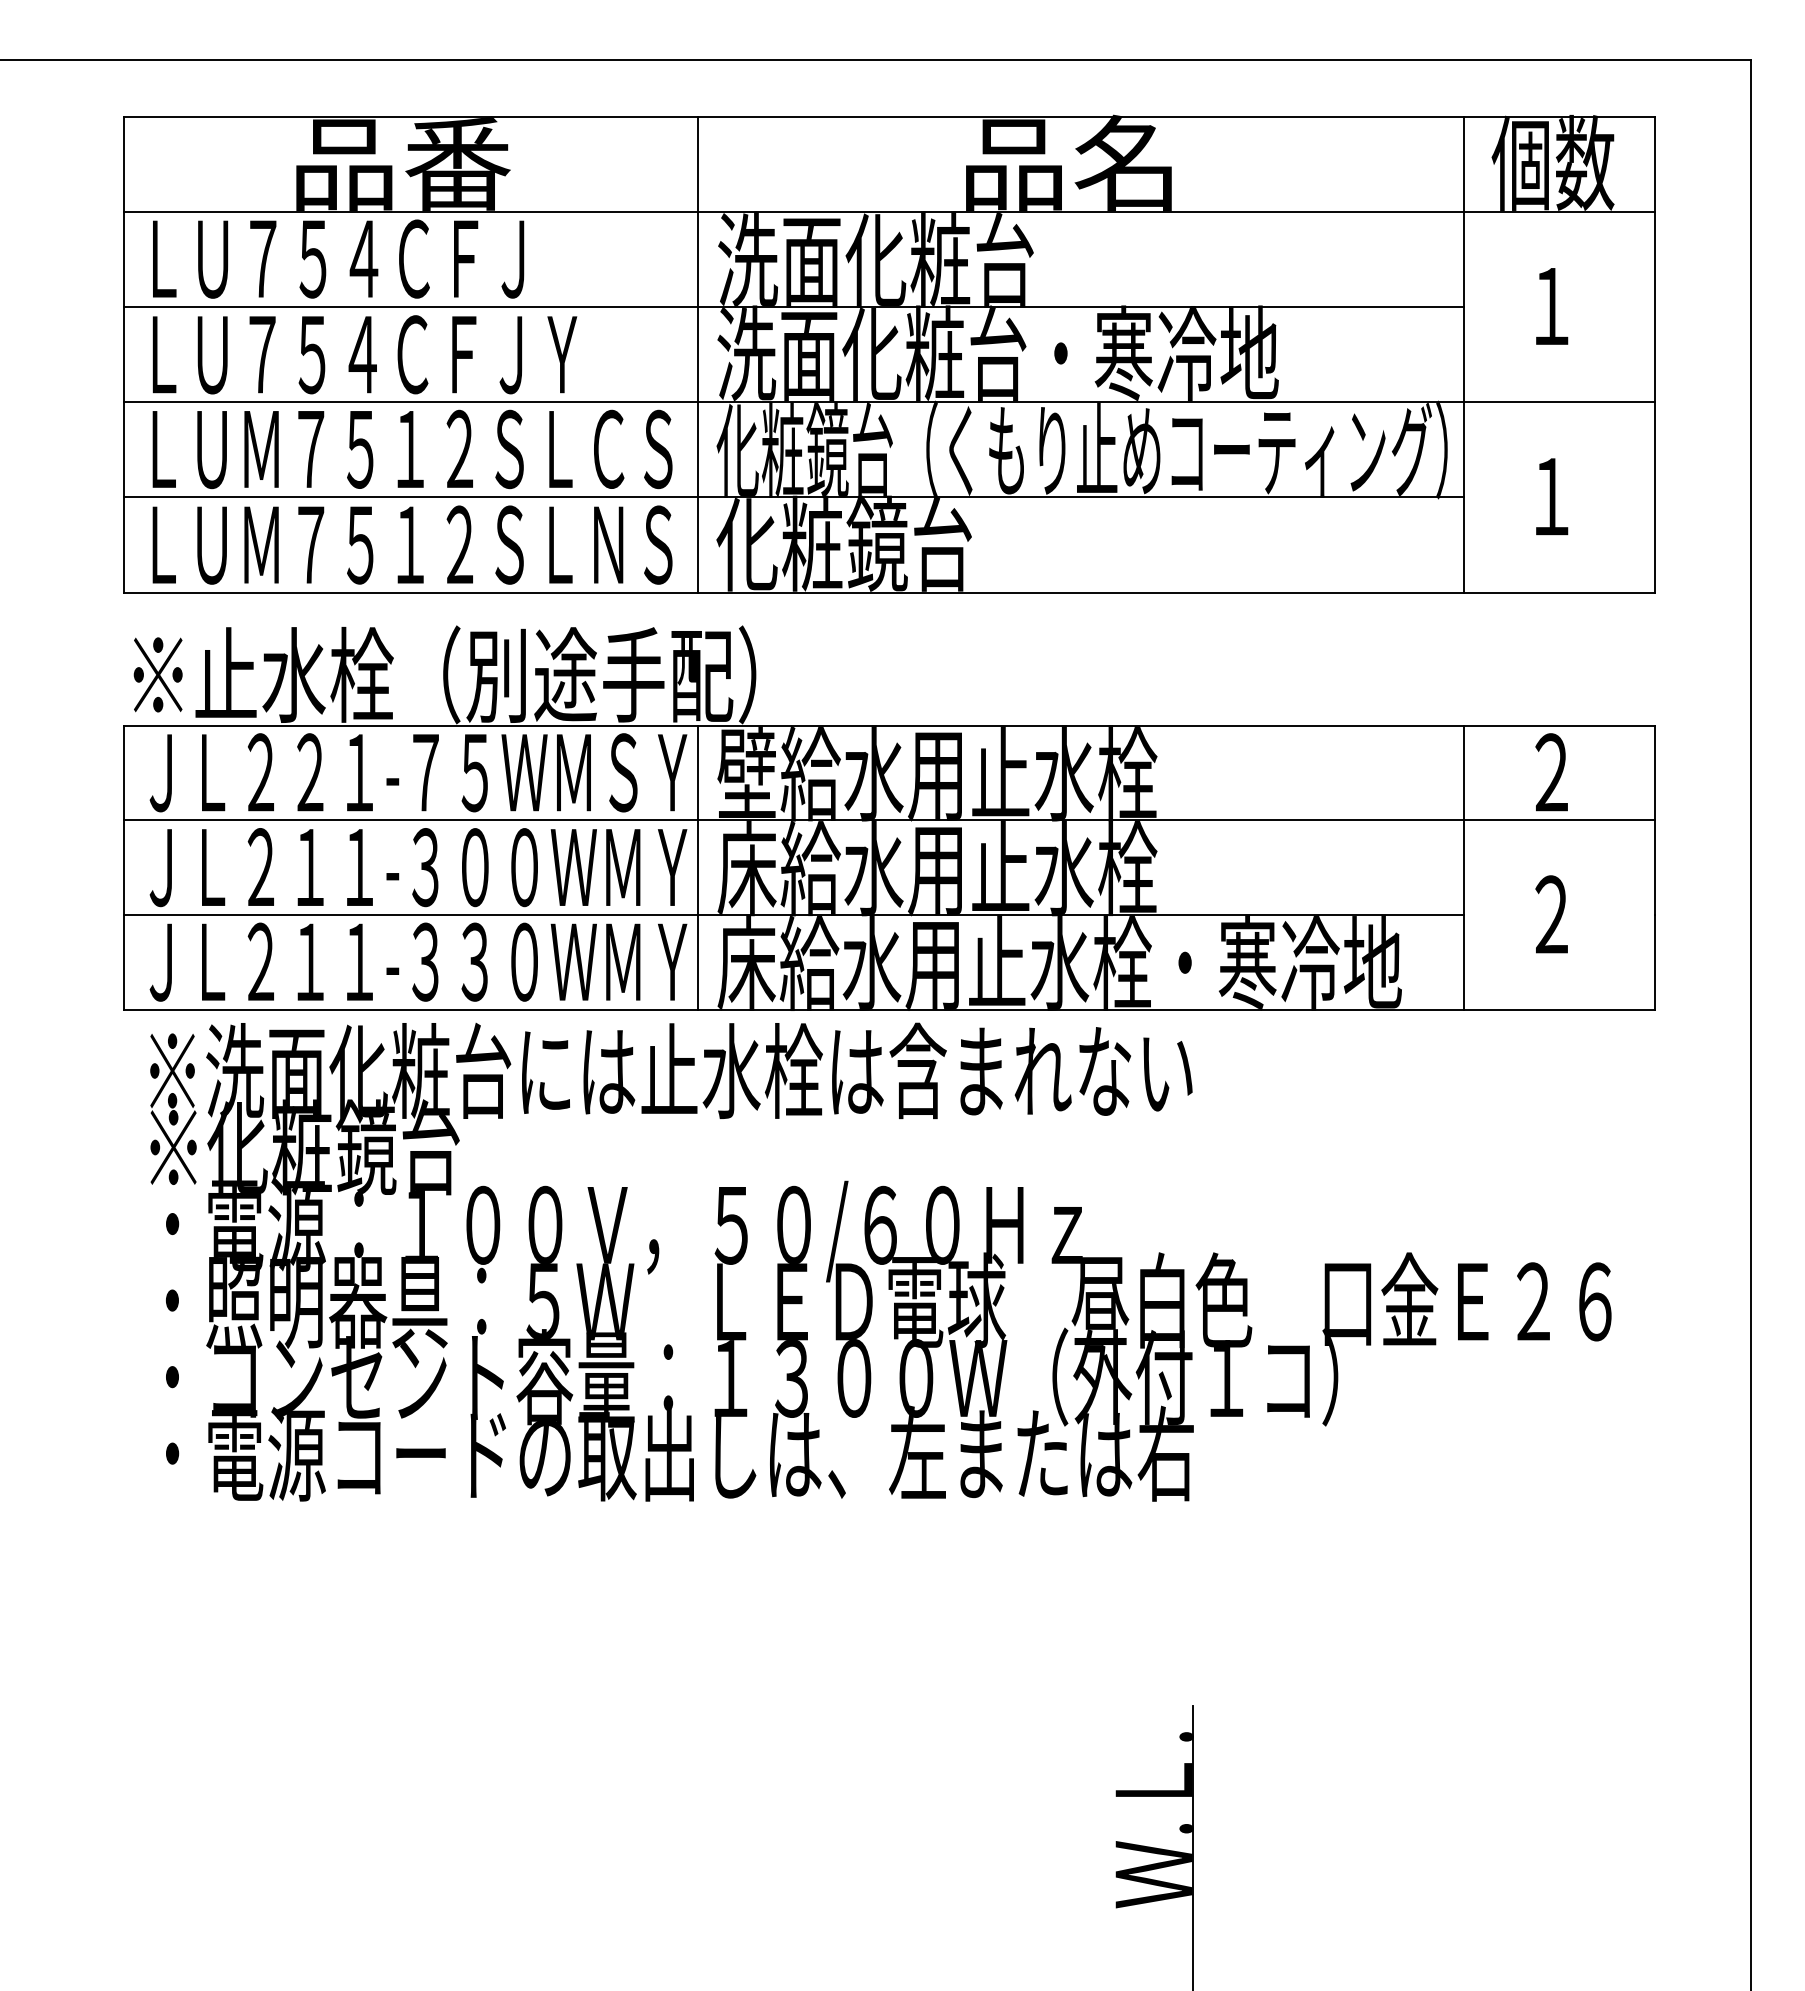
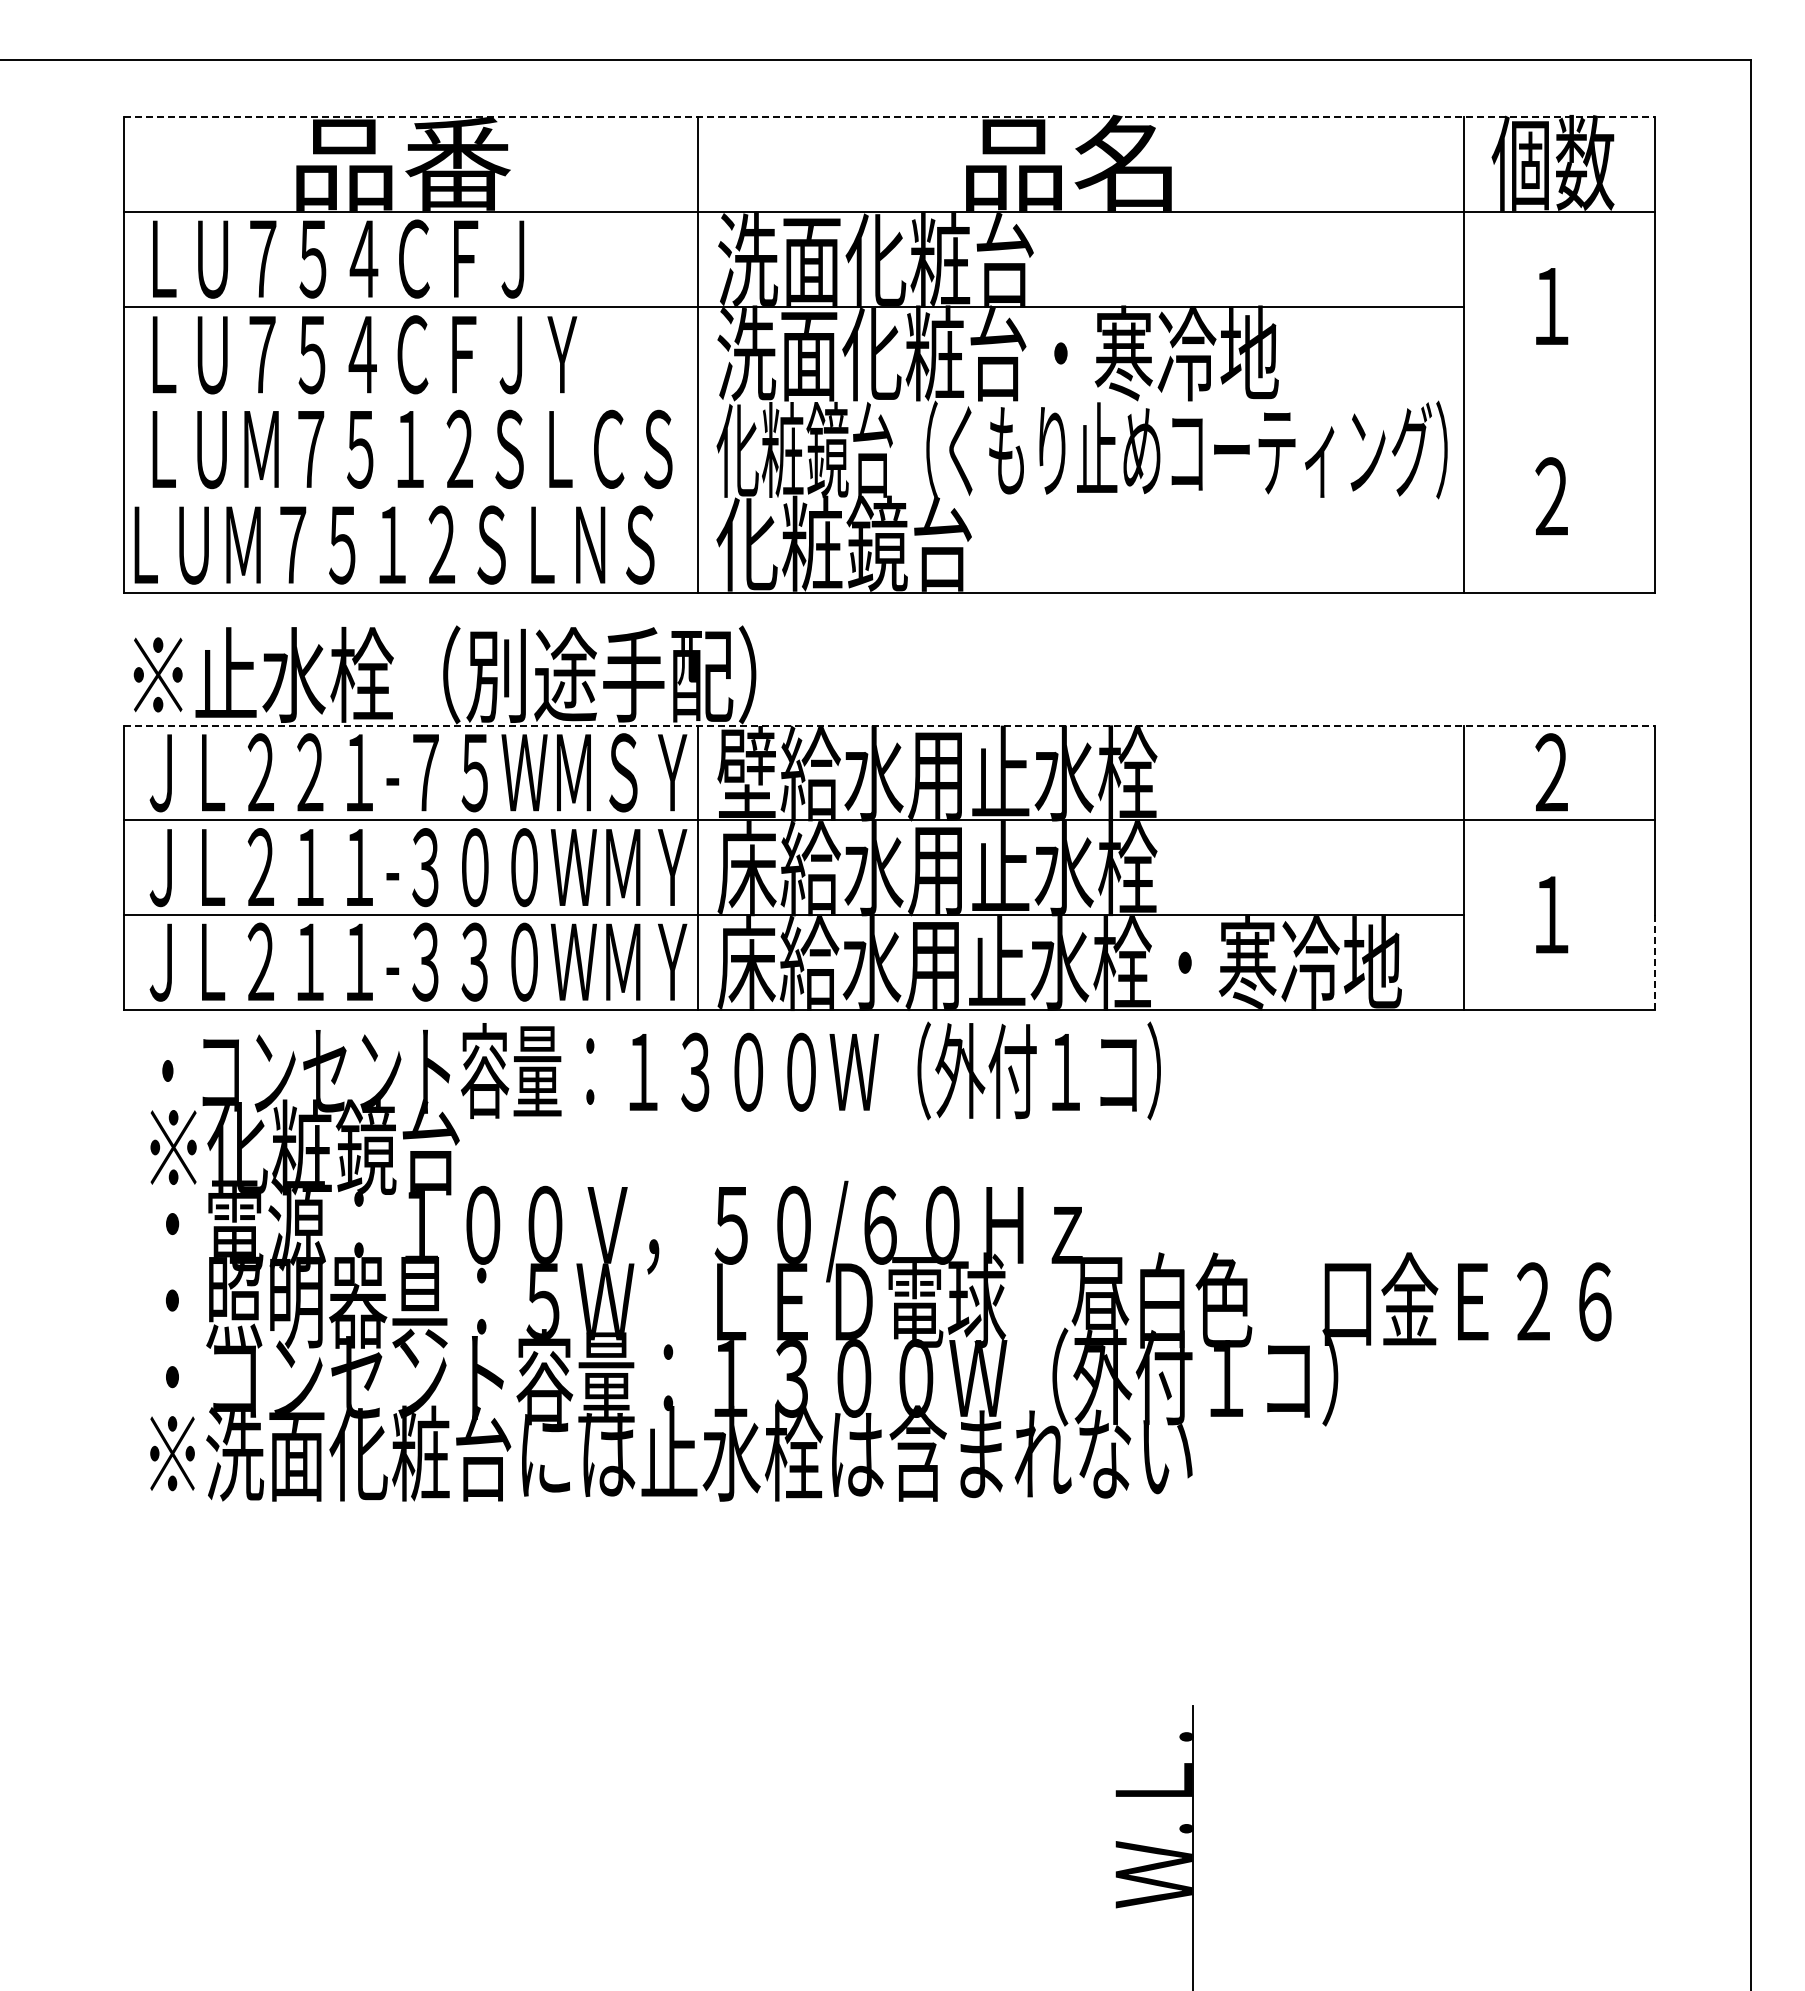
line at (890, 117): solid -> dashed
line at (889, 402): present -> none
text at (1551, 495): １ -> ２
line at (793, 496): present -> none
text at (412, 544) position: (412, 544) -> (394, 544)
line at (890, 725): solid -> dashed
text at (1551, 913): ２ -> １
line at (1654, 961): solid -> dashed
text at (671, 1070): ※洗面化粧台には止水栓は含まれない -> ・コンセント容量：１３００Ｗ（外付１コ）
text at (671, 1453): ・電源コードの取出しは、左または右 -> ※洗面化粧台には止水栓は含まれない
